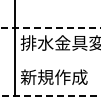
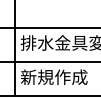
line at (50, 27): dashed -> solid
line at (49, 62): none -> present
line at (50, 96): dashed -> solid
